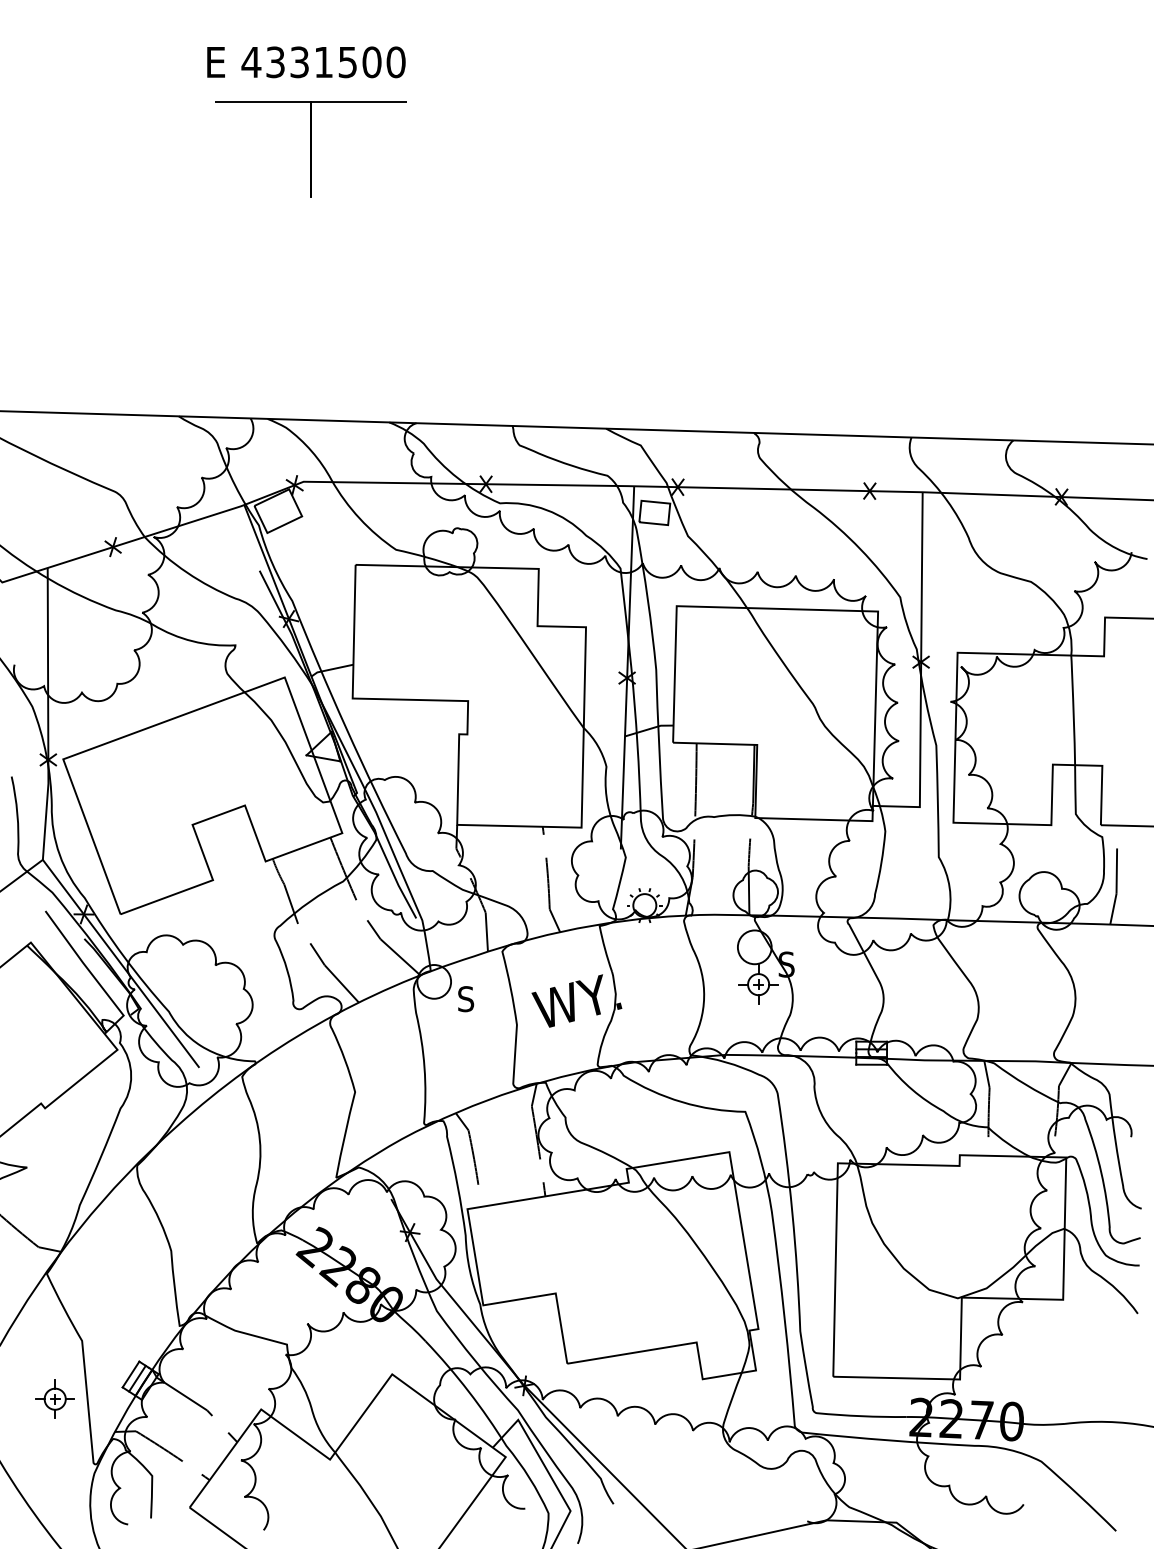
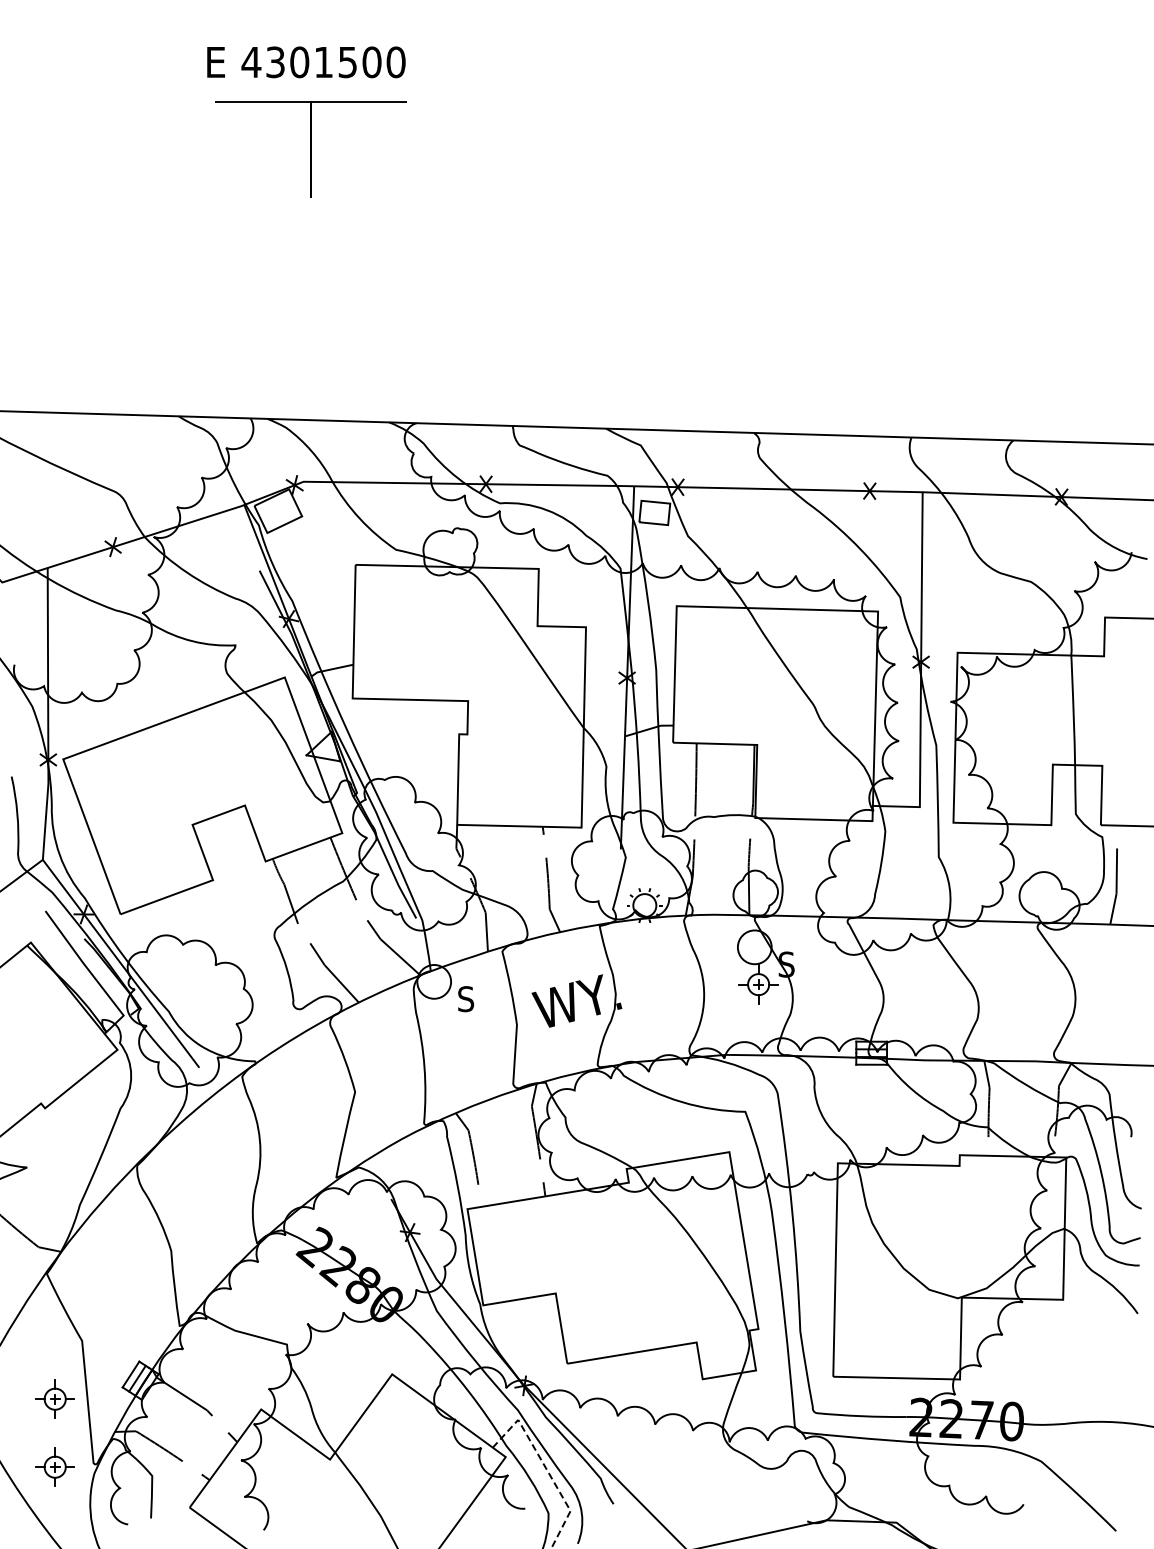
text at (299, 62): 4331500 -> 4301500
part at (54, 1466): none -> present
line at (545, 1467): solid -> dashed
